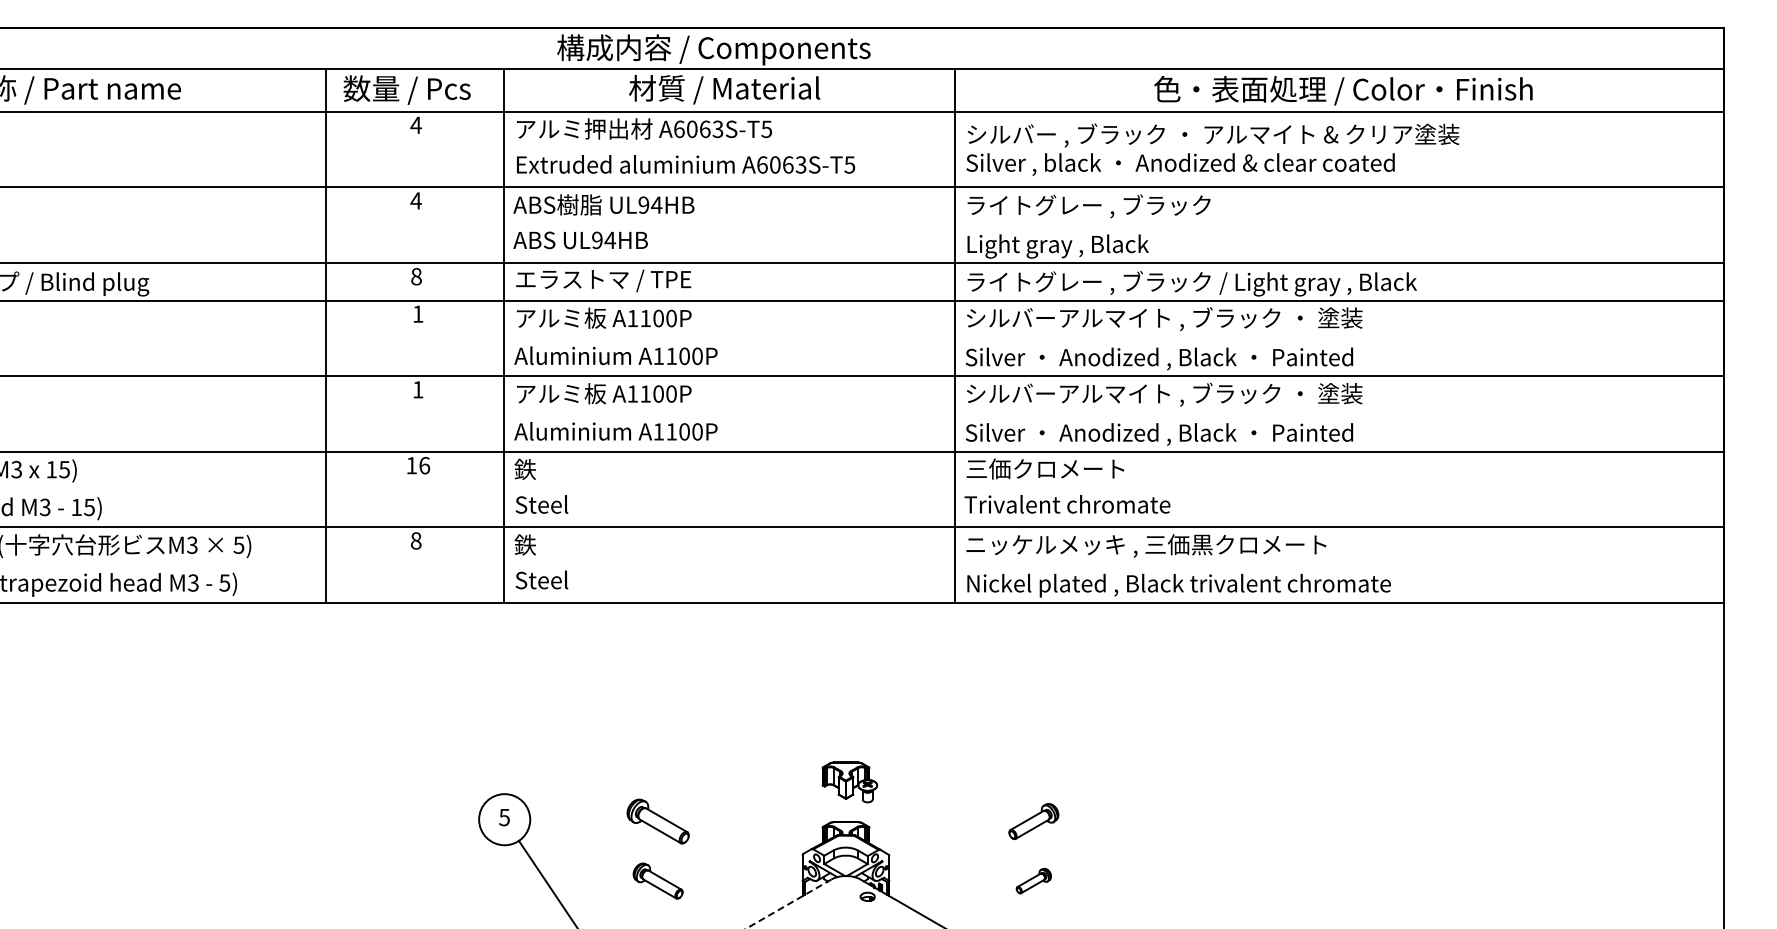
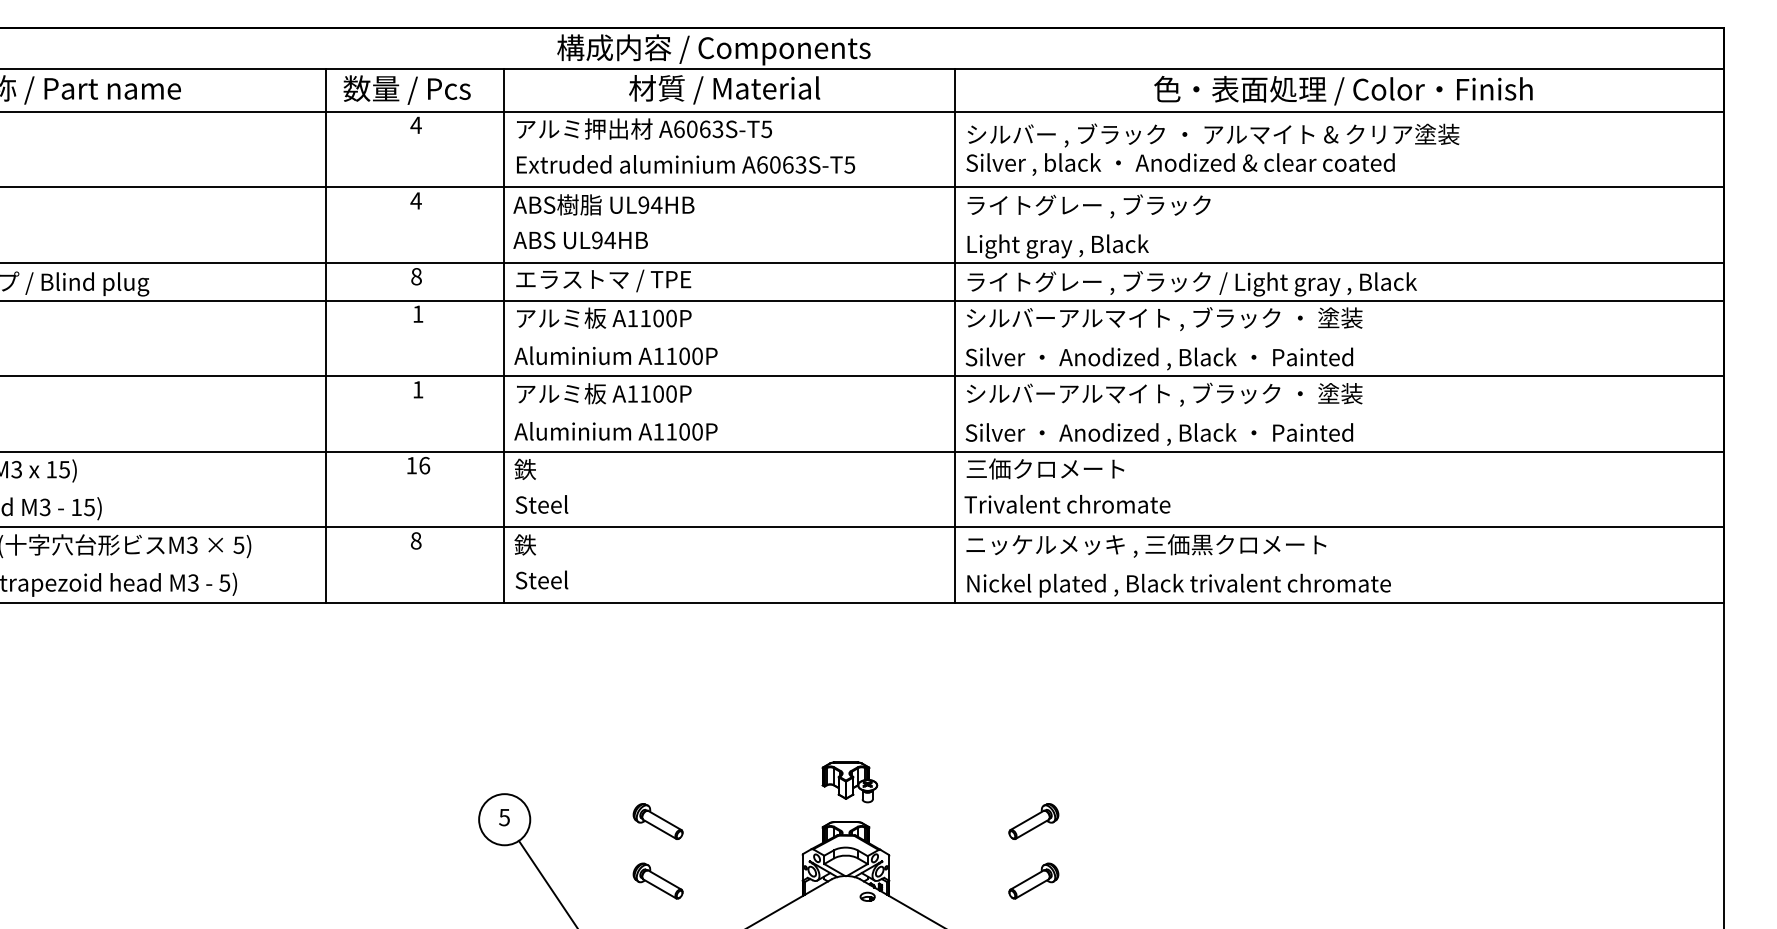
part at (657, 821) size: 64x47 px -> 52x37 px
part at (1033, 880) size: 37x28 px -> 52x38 px
line at (788, 904): dashed -> solid
